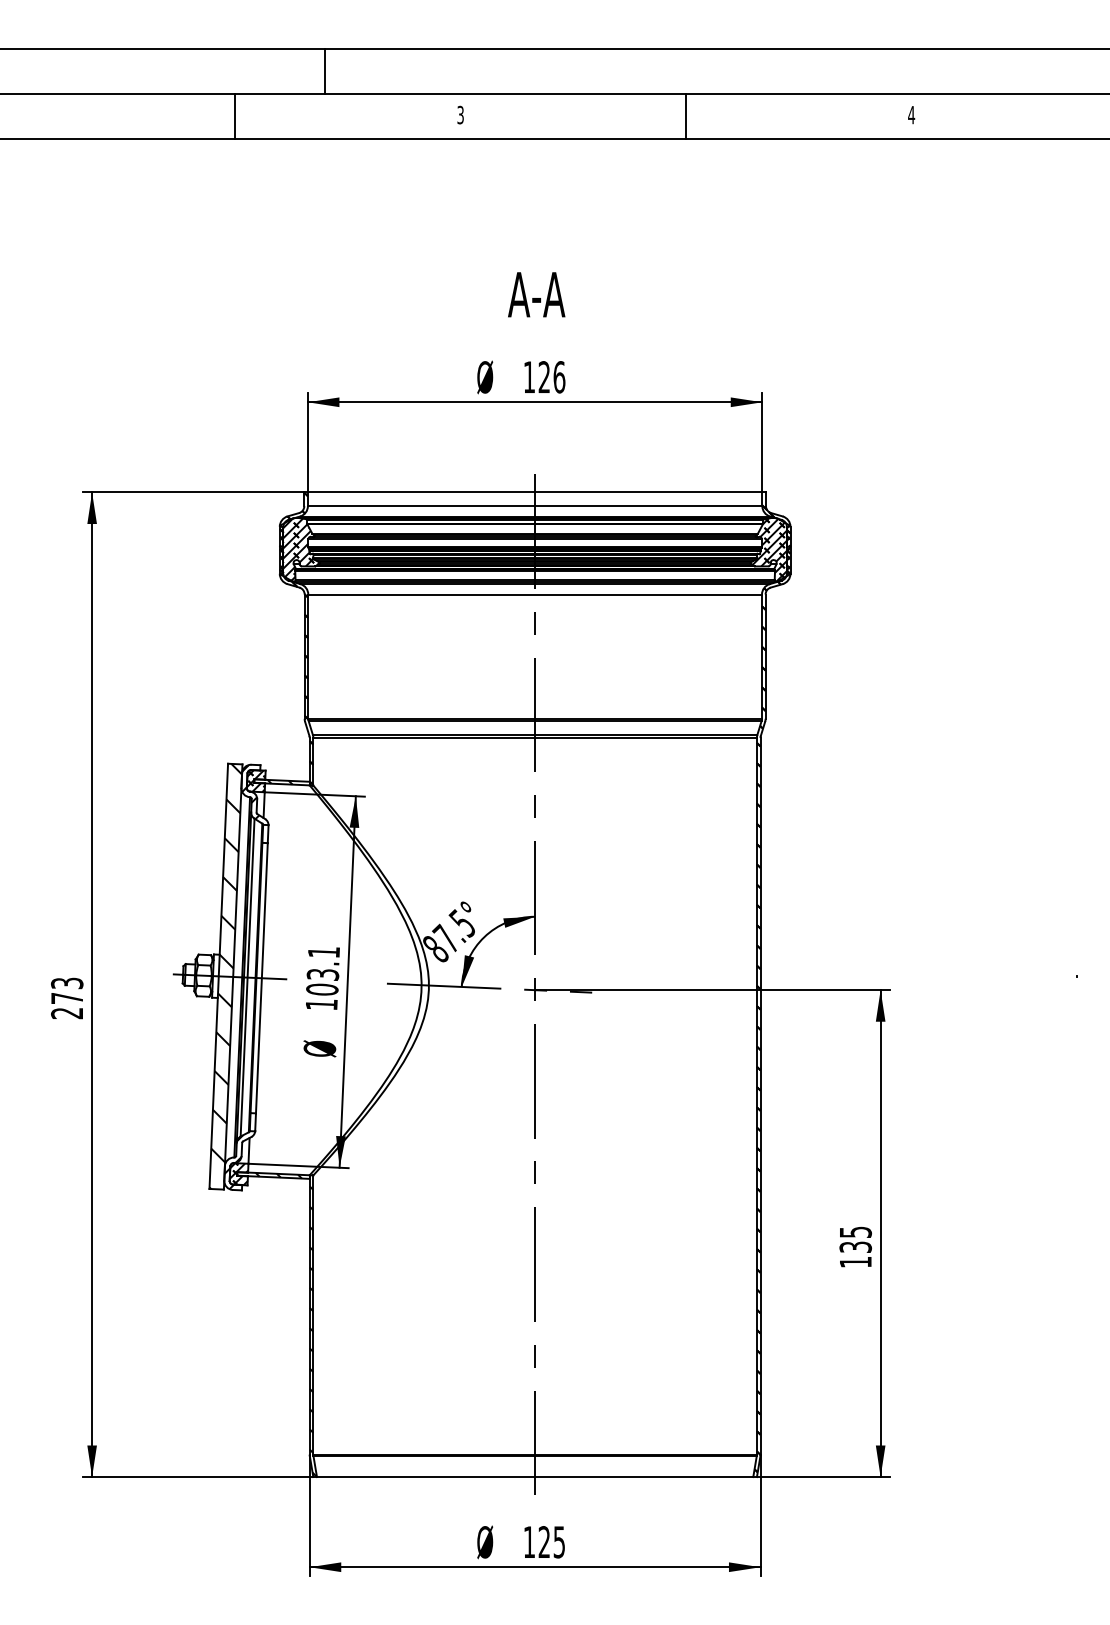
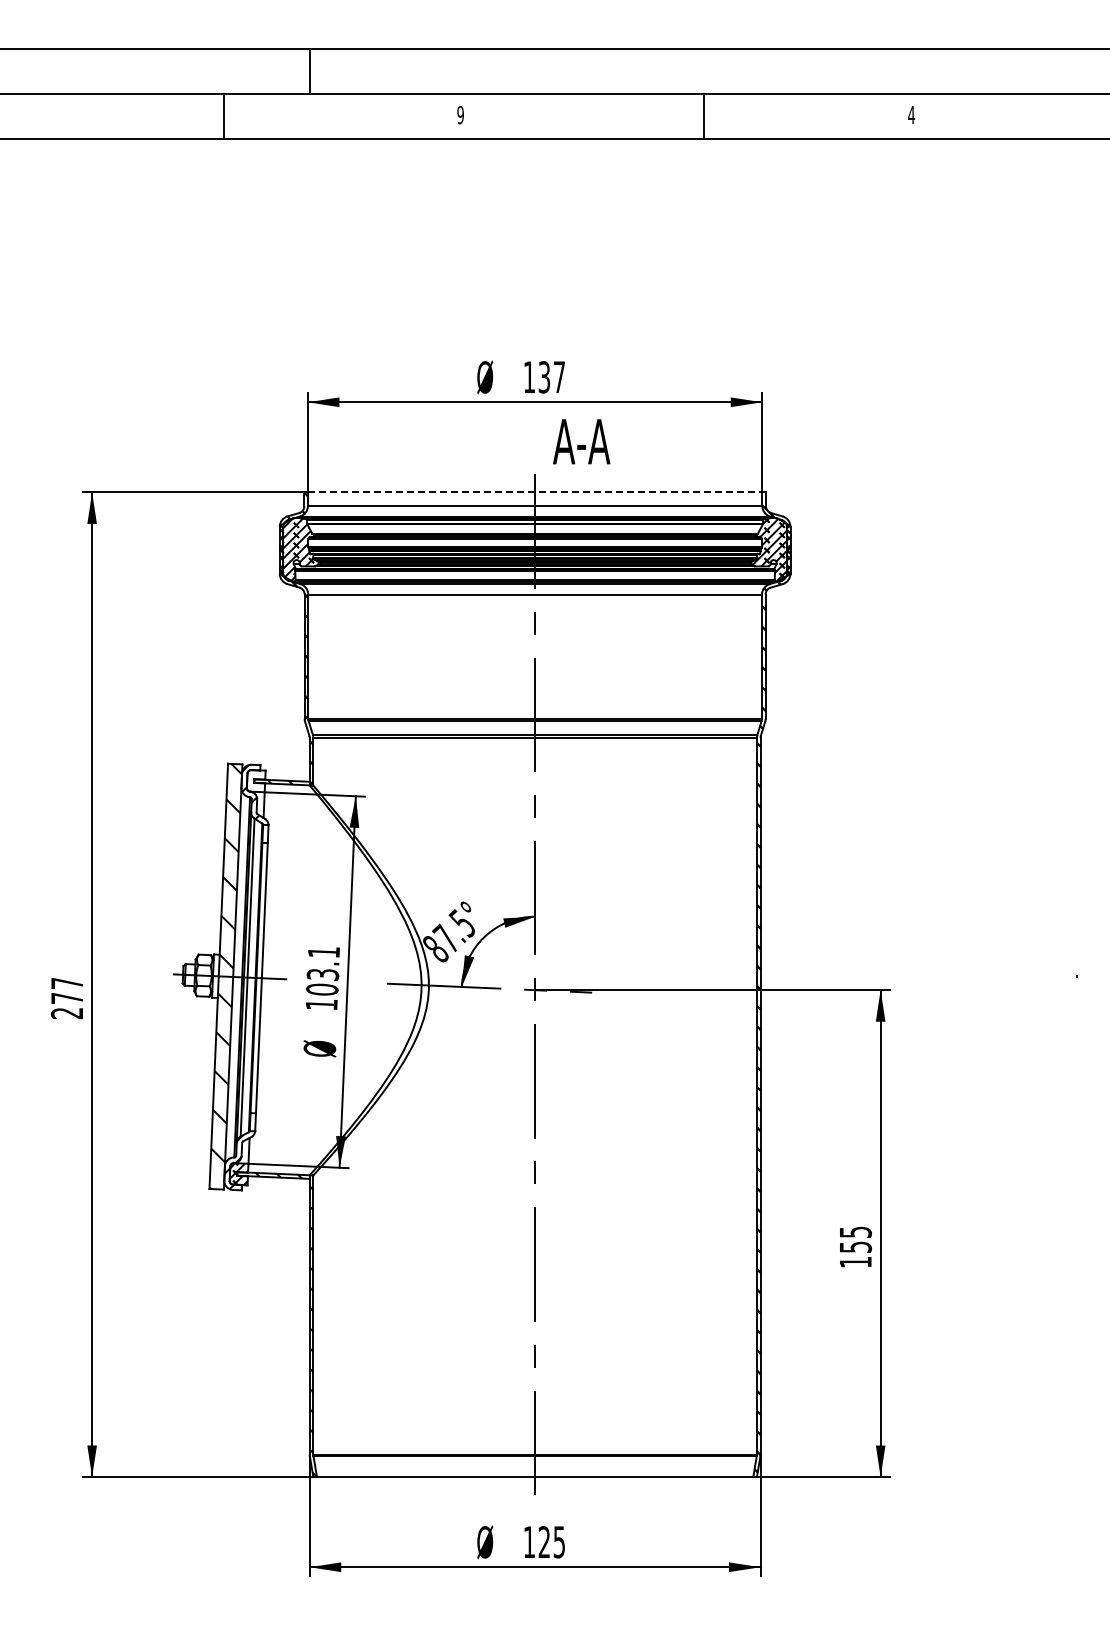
line at (325, 70) position: (325, 70) -> (310, 70)
line at (235, 115) position: (235, 115) -> (224, 115)
text at (460, 115): 3 -> 9
line at (685, 115) position: (685, 115) -> (703, 115)
text at (536, 294) position: (536, 294) -> (581, 441)
text at (551, 377): 126 -> 137
line at (535, 492): solid -> dashed
hatch at (255, 781): present -> none
text at (67, 983): 273 -> 277
text at (855, 1246): 135 -> 155
